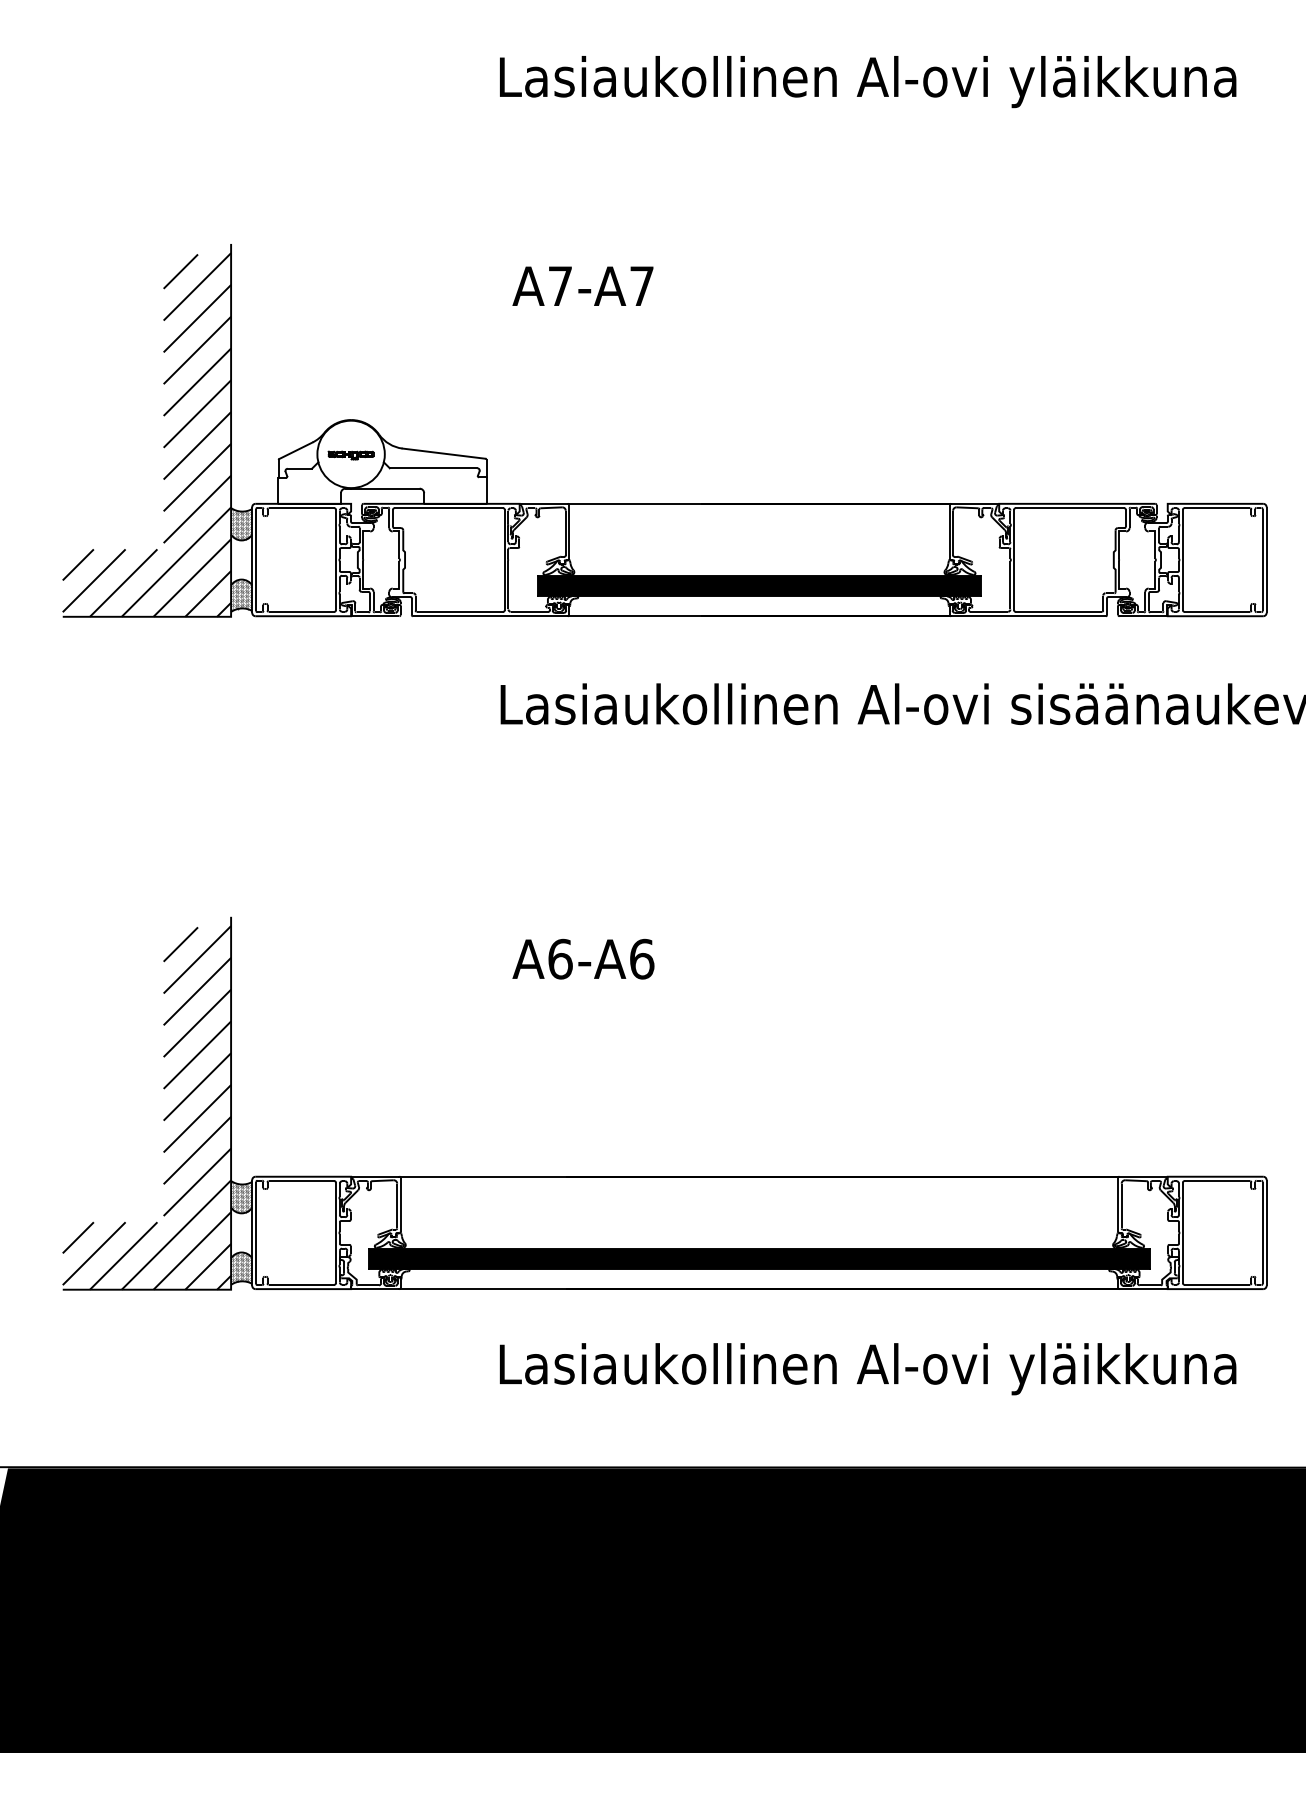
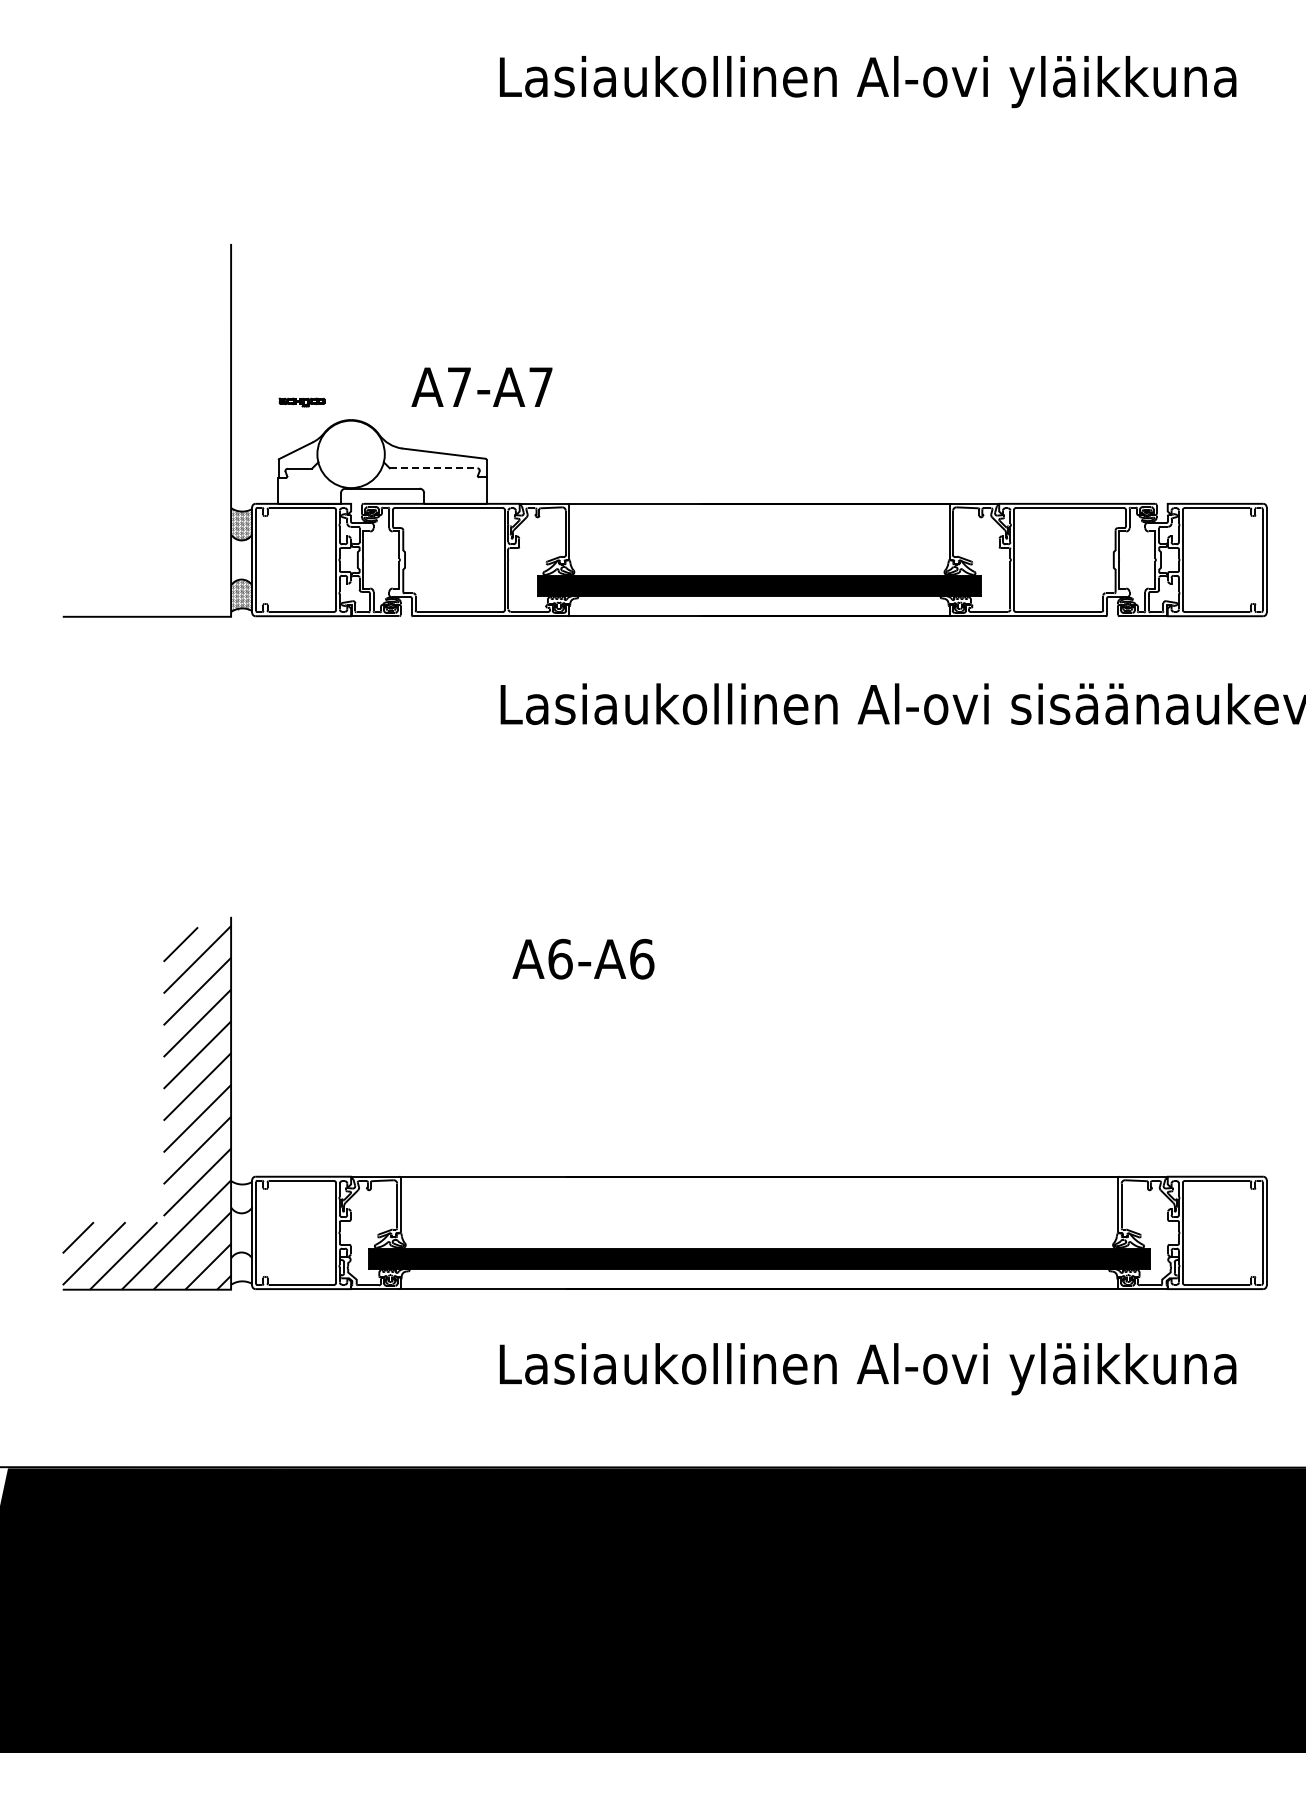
text at (582, 285) position: (582, 285) -> (481, 386)
hatch at (146, 434): present -> none
part at (350, 455) position: (350, 455) -> (301, 402)
line at (433, 468): solid -> dashed
hatch at (241, 1197): present -> none
hatch at (241, 1267): present -> none
